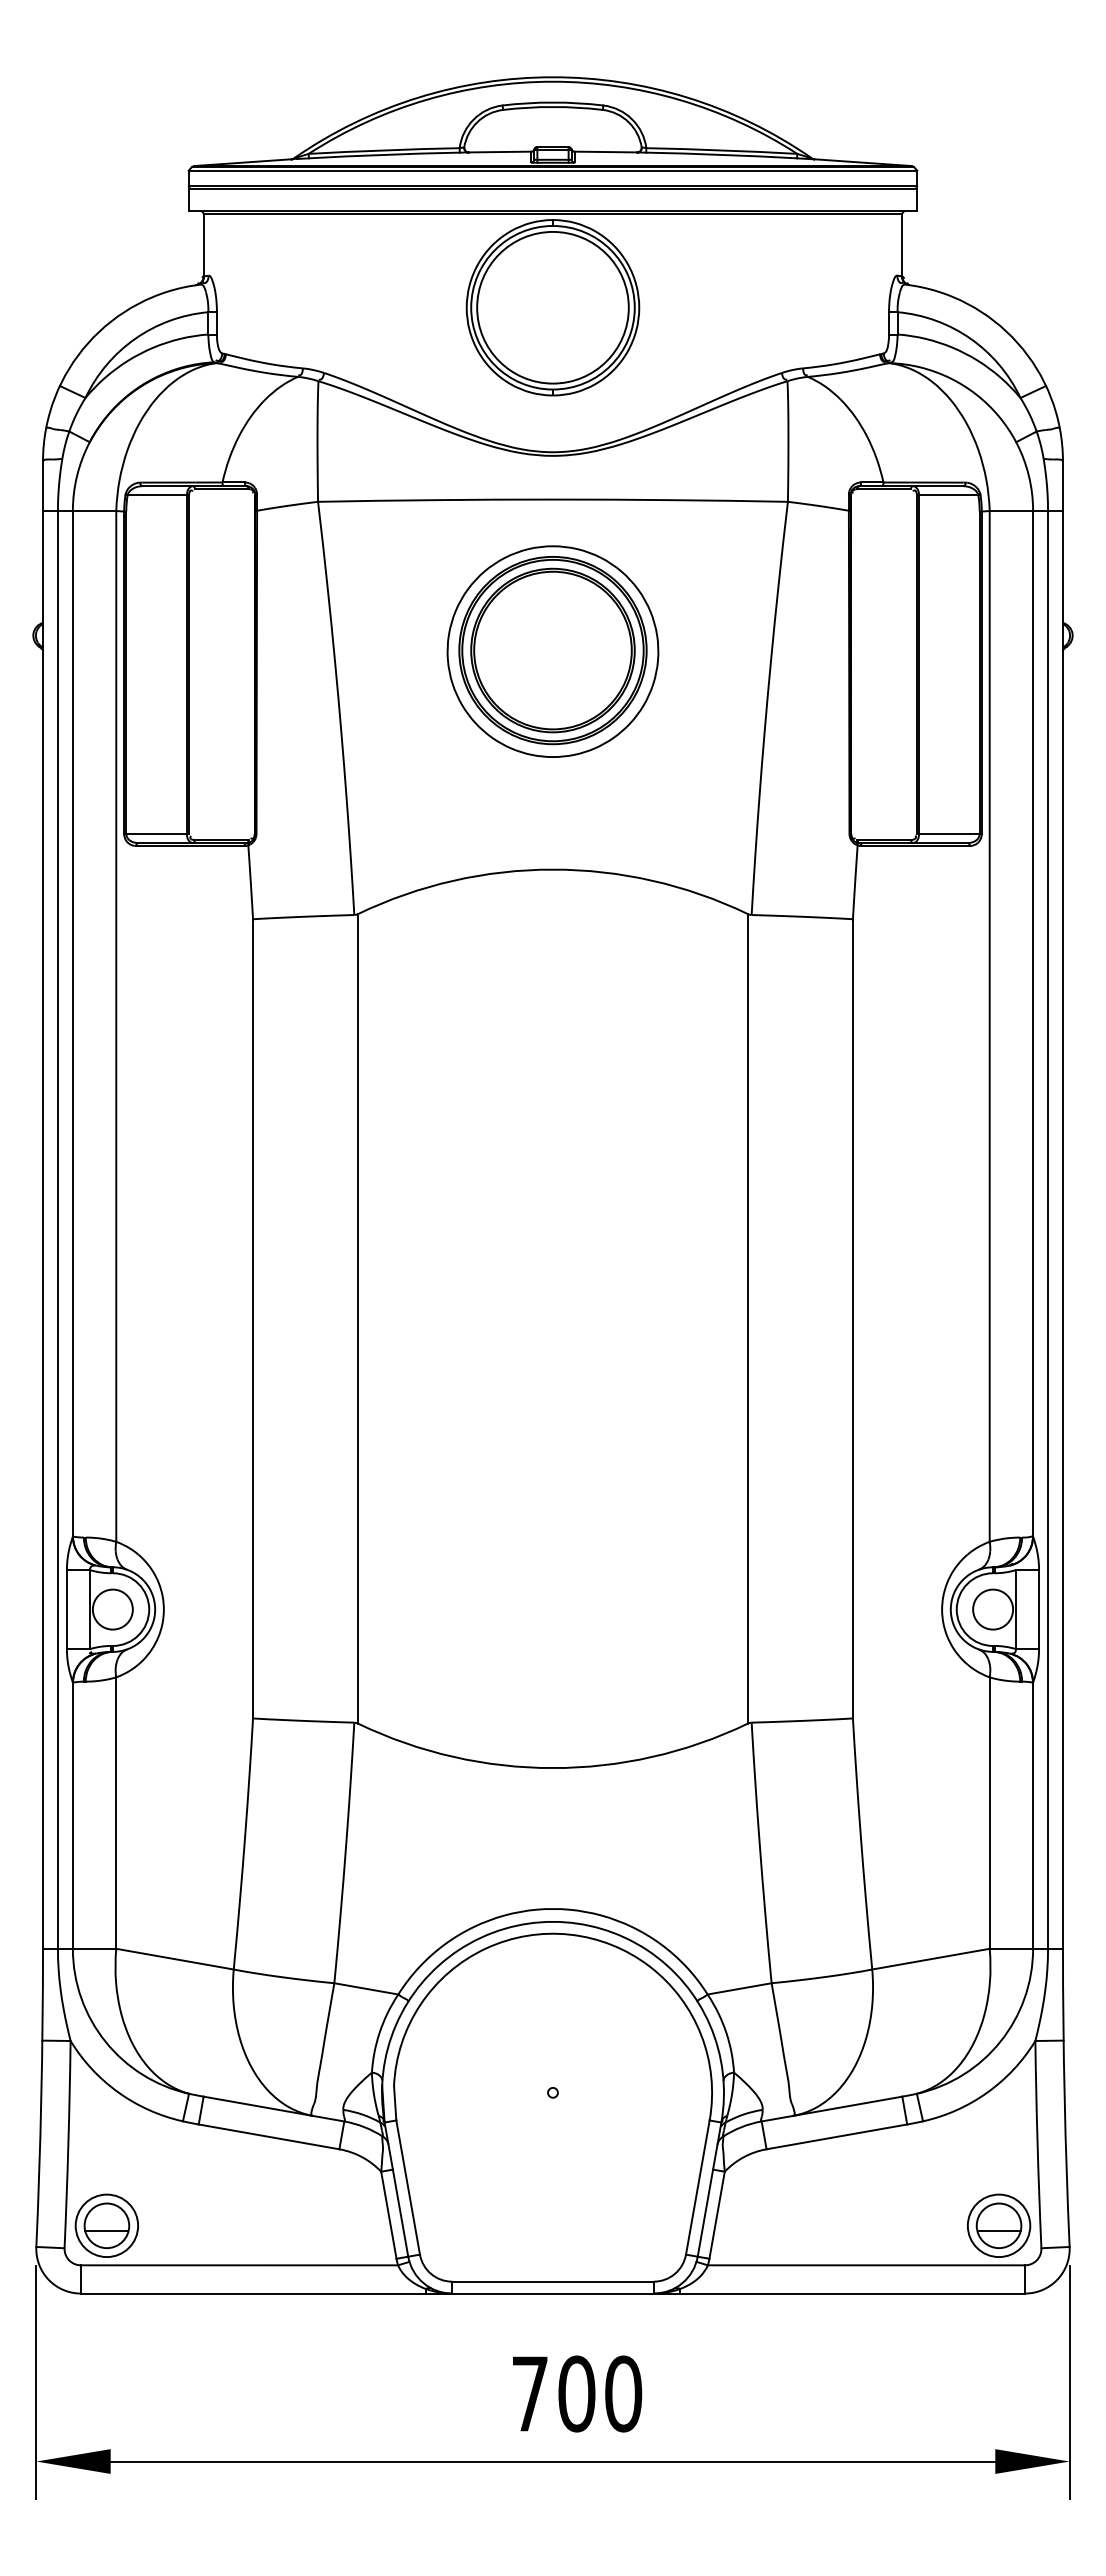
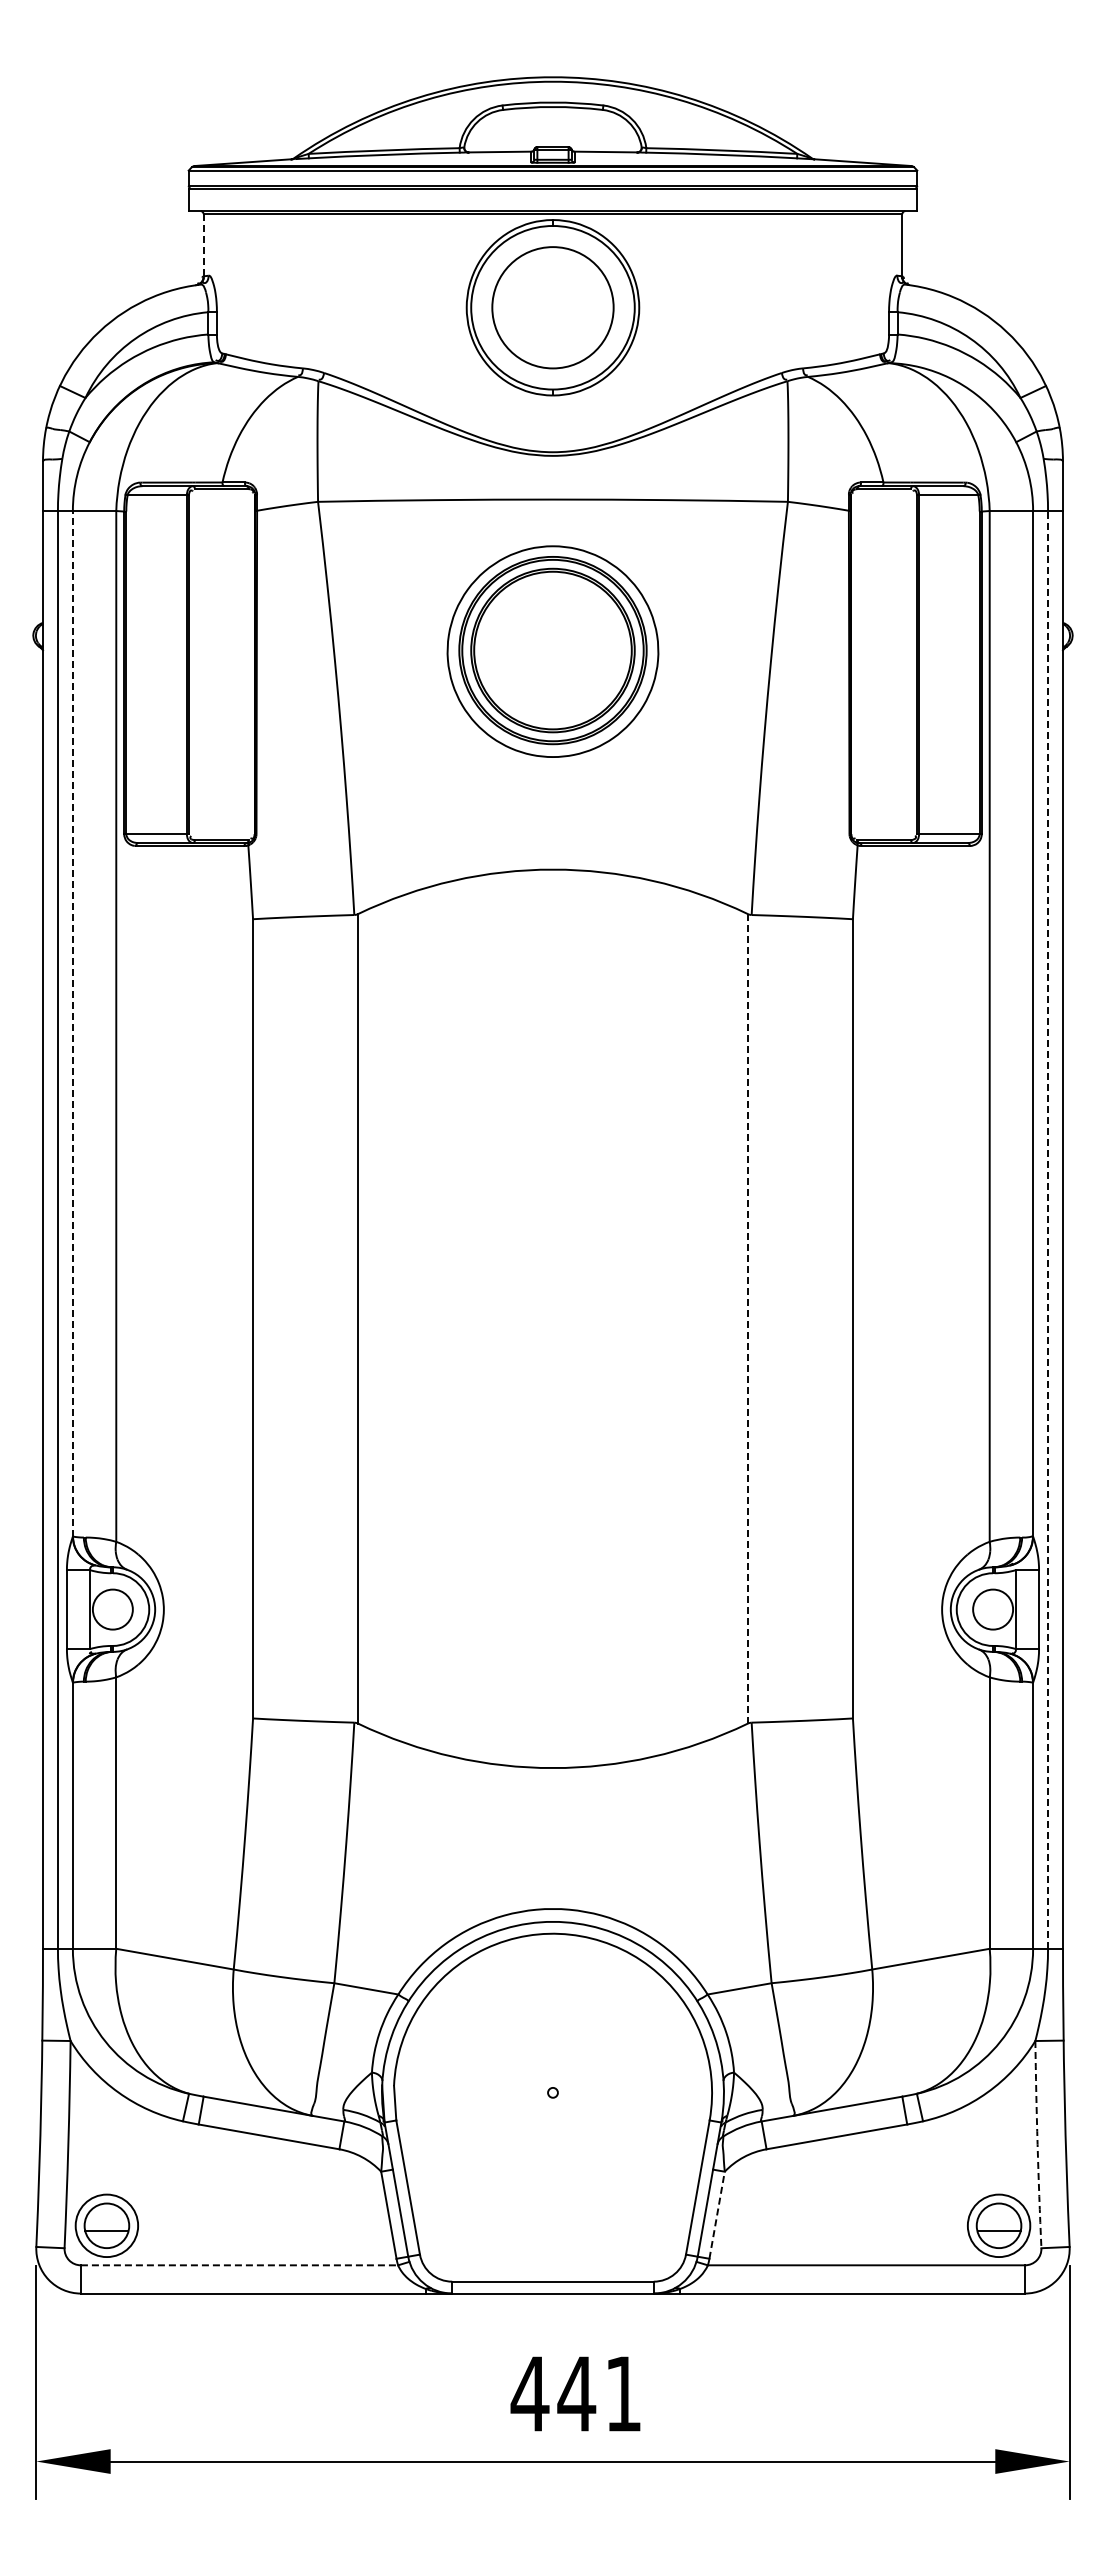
line at (203, 246): solid -> dashed
circle at (552, 307) diameter: 152 px -> 121 px
line at (72, 1023): solid -> dashed
line at (1048, 1229): solid -> dashed
line at (747, 1318): solid -> dashed
arc at (1037, 2144): solid -> dashed
line at (717, 2214): solid -> dashed
line at (239, 2265): solid -> dashed
text at (576, 2393): 700 -> 441
